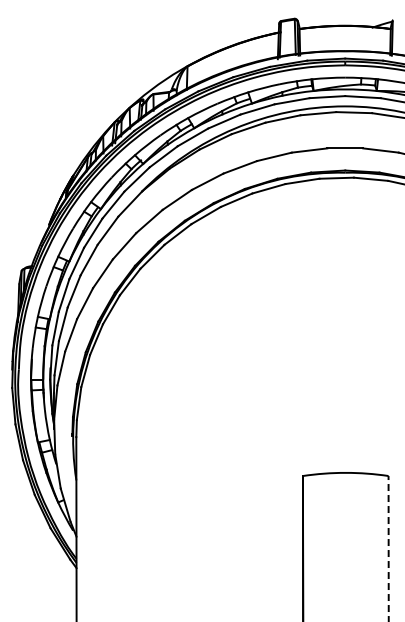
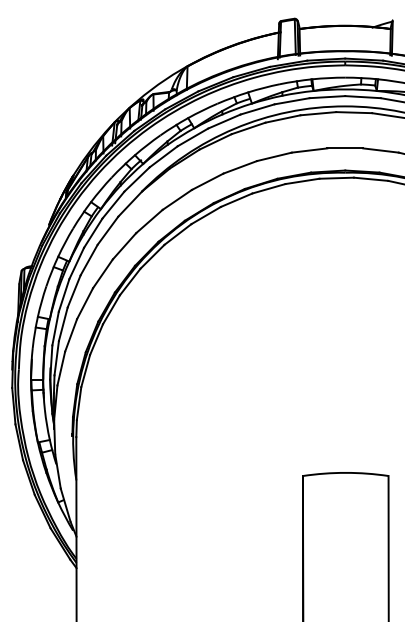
line at (388, 548): dashed -> solid
